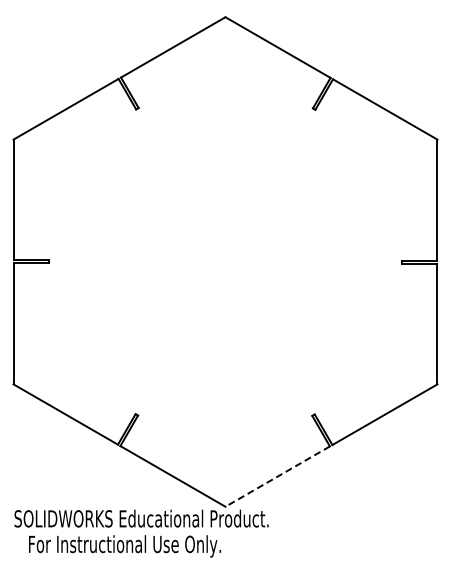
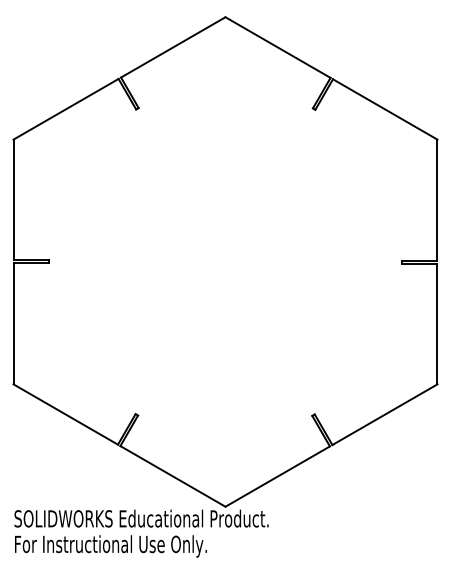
line at (277, 476): dashed -> solid
text at (124, 546) position: (124, 546) -> (110, 546)
